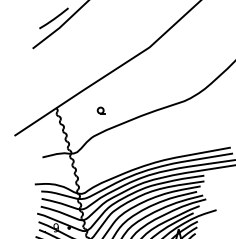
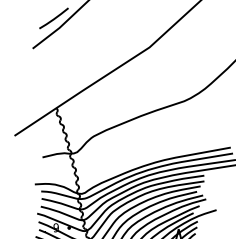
part at (100, 110): present -> none
